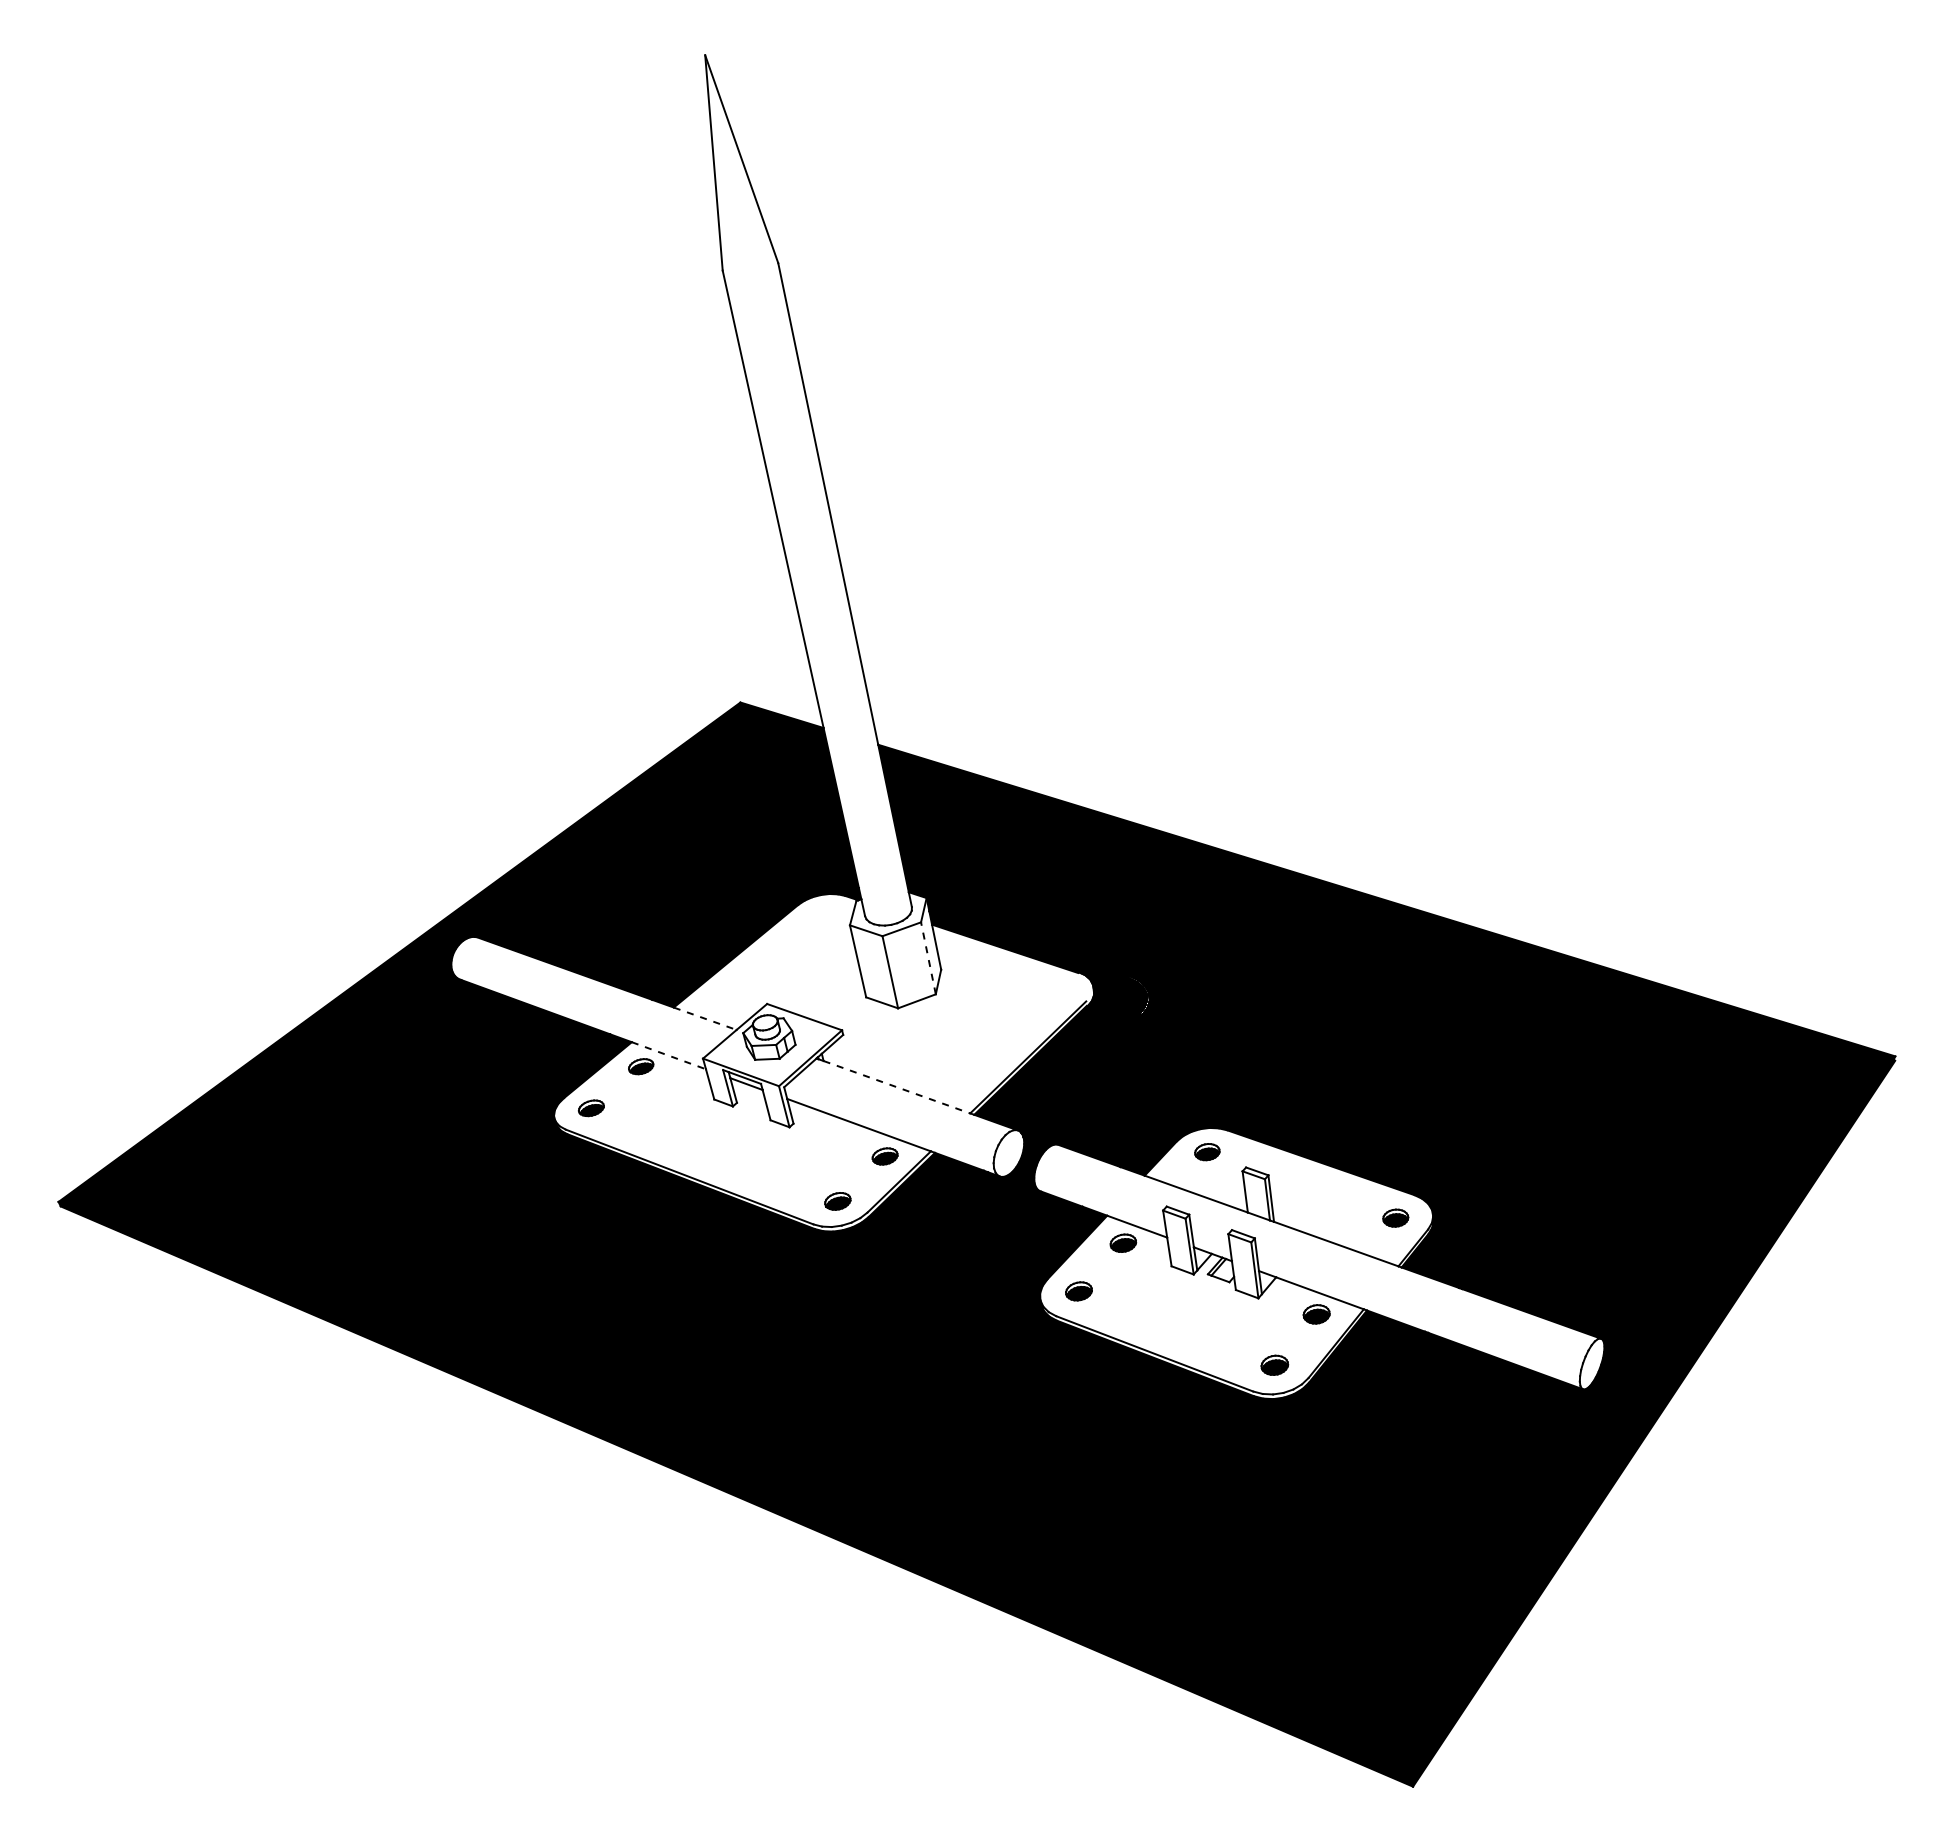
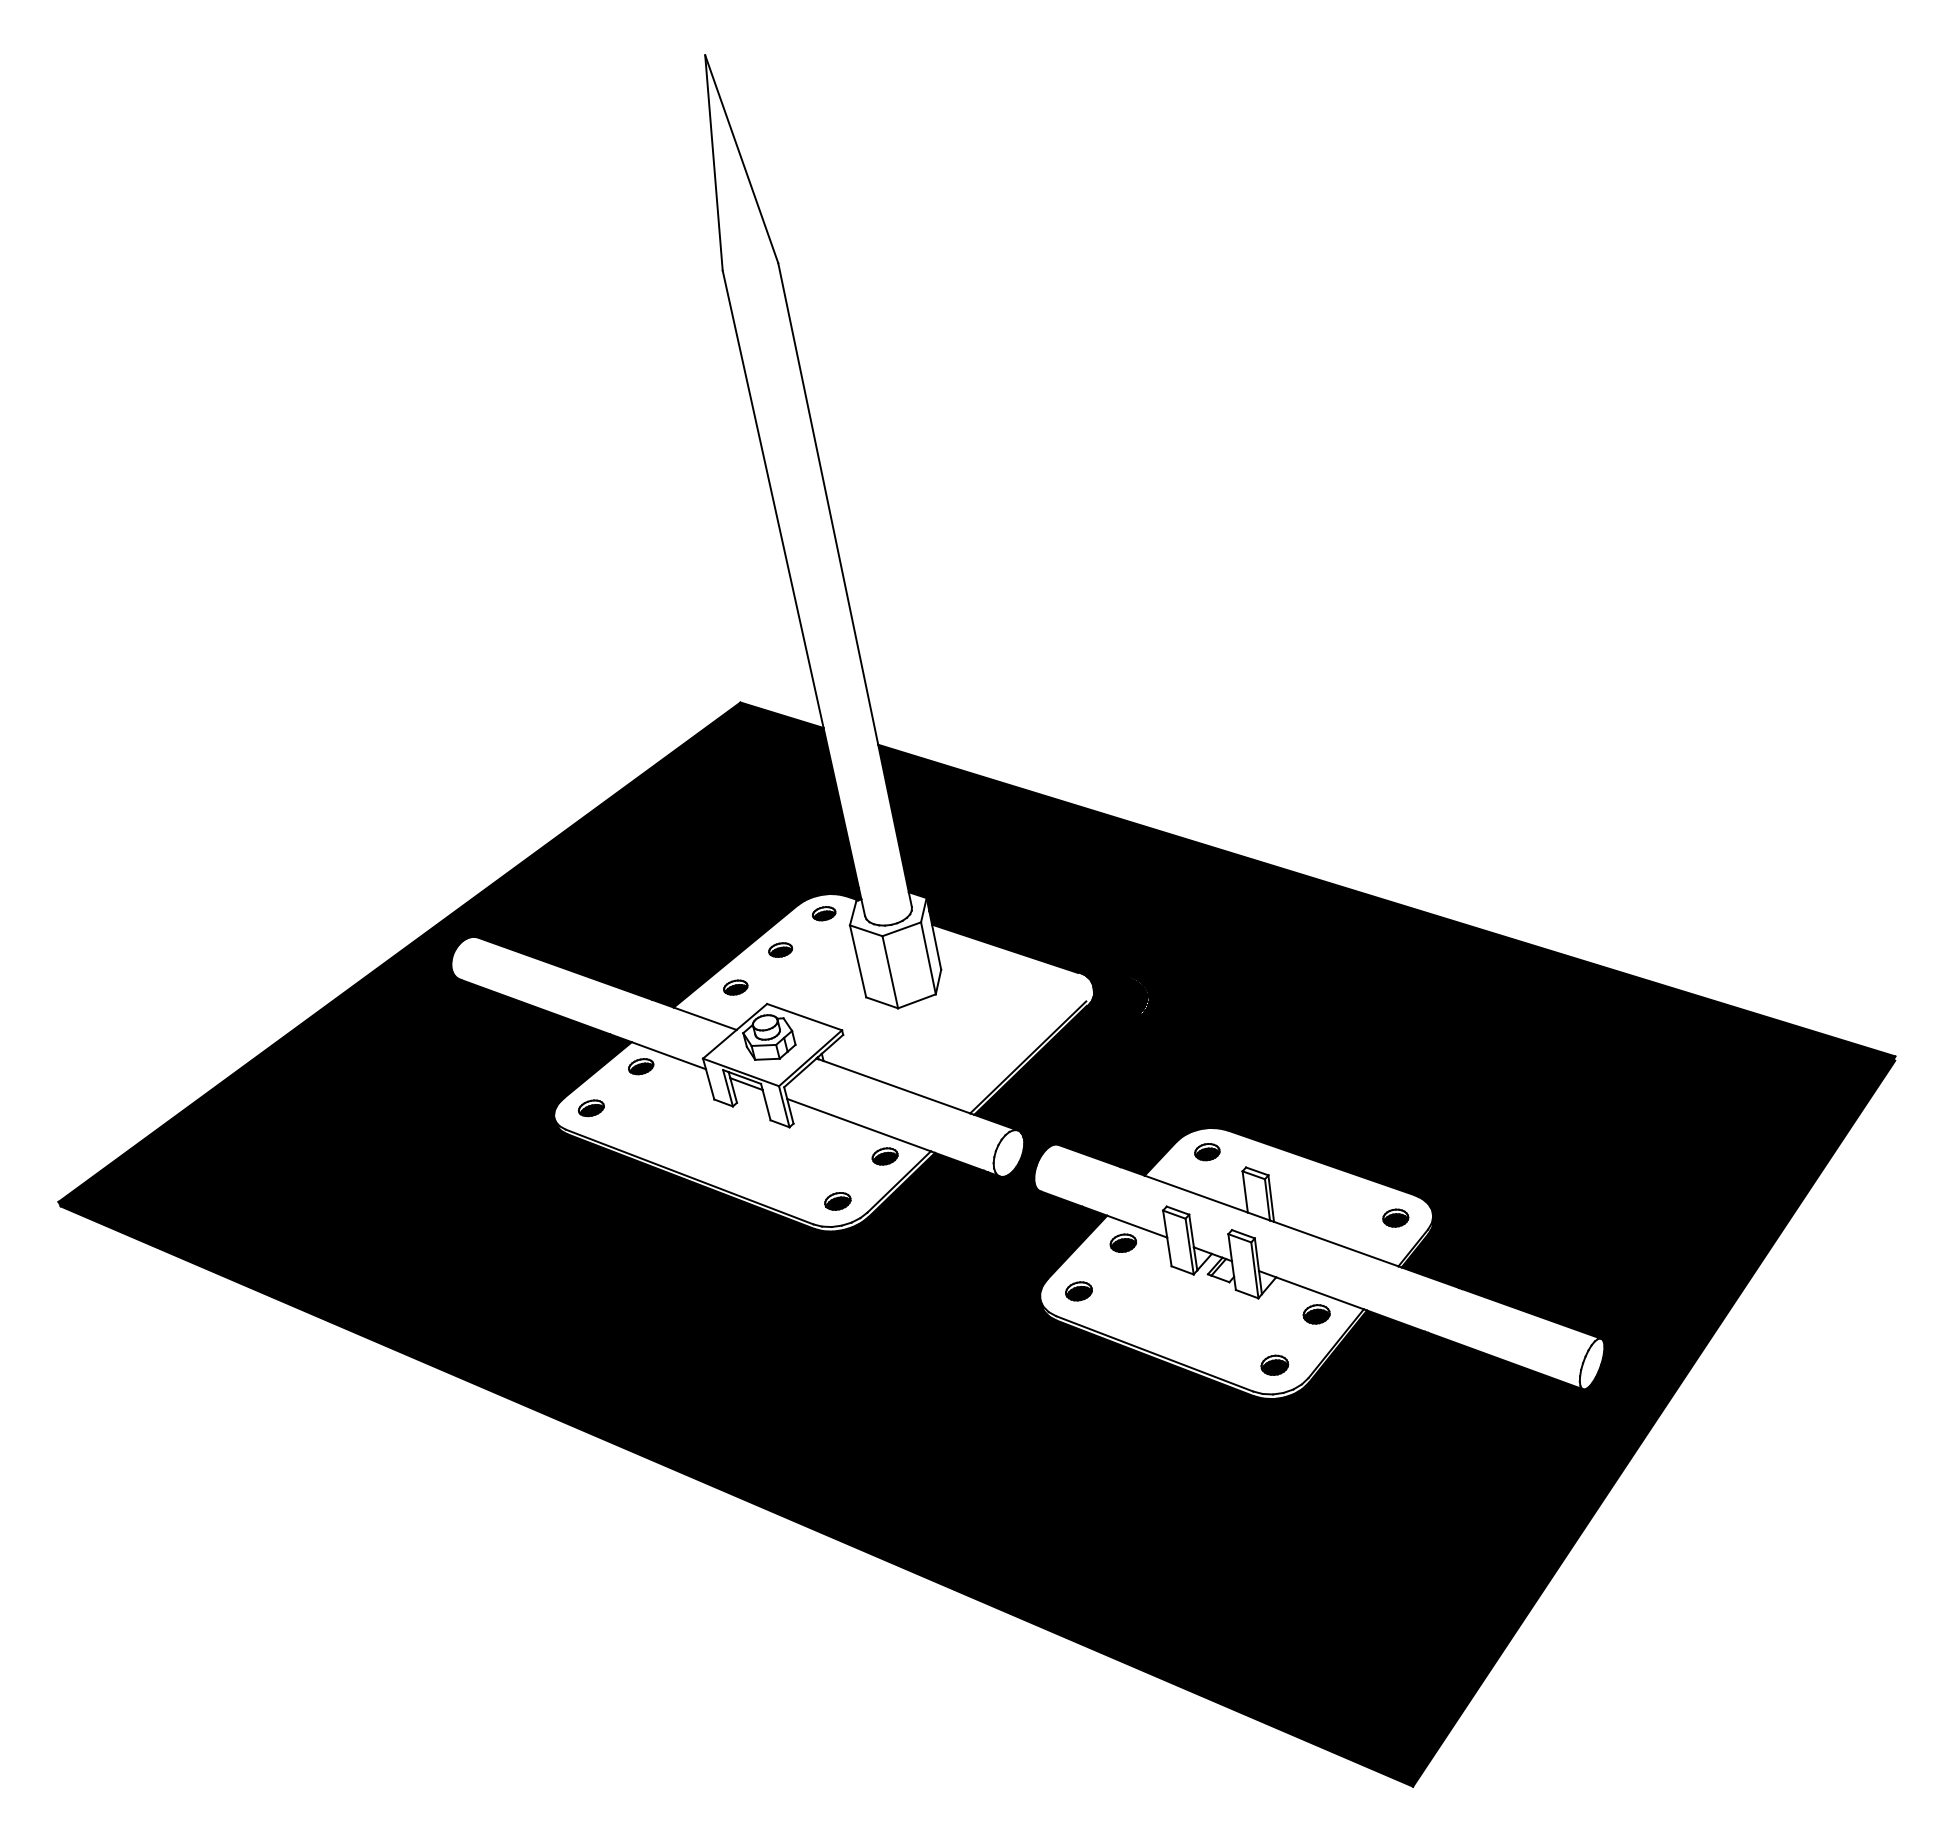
part at (779, 950): none -> present
line at (928, 958): dashed -> solid
line at (705, 1018): dashed -> solid
line at (669, 1055): dashed -> solid
line at (896, 1087): dashed -> solid
